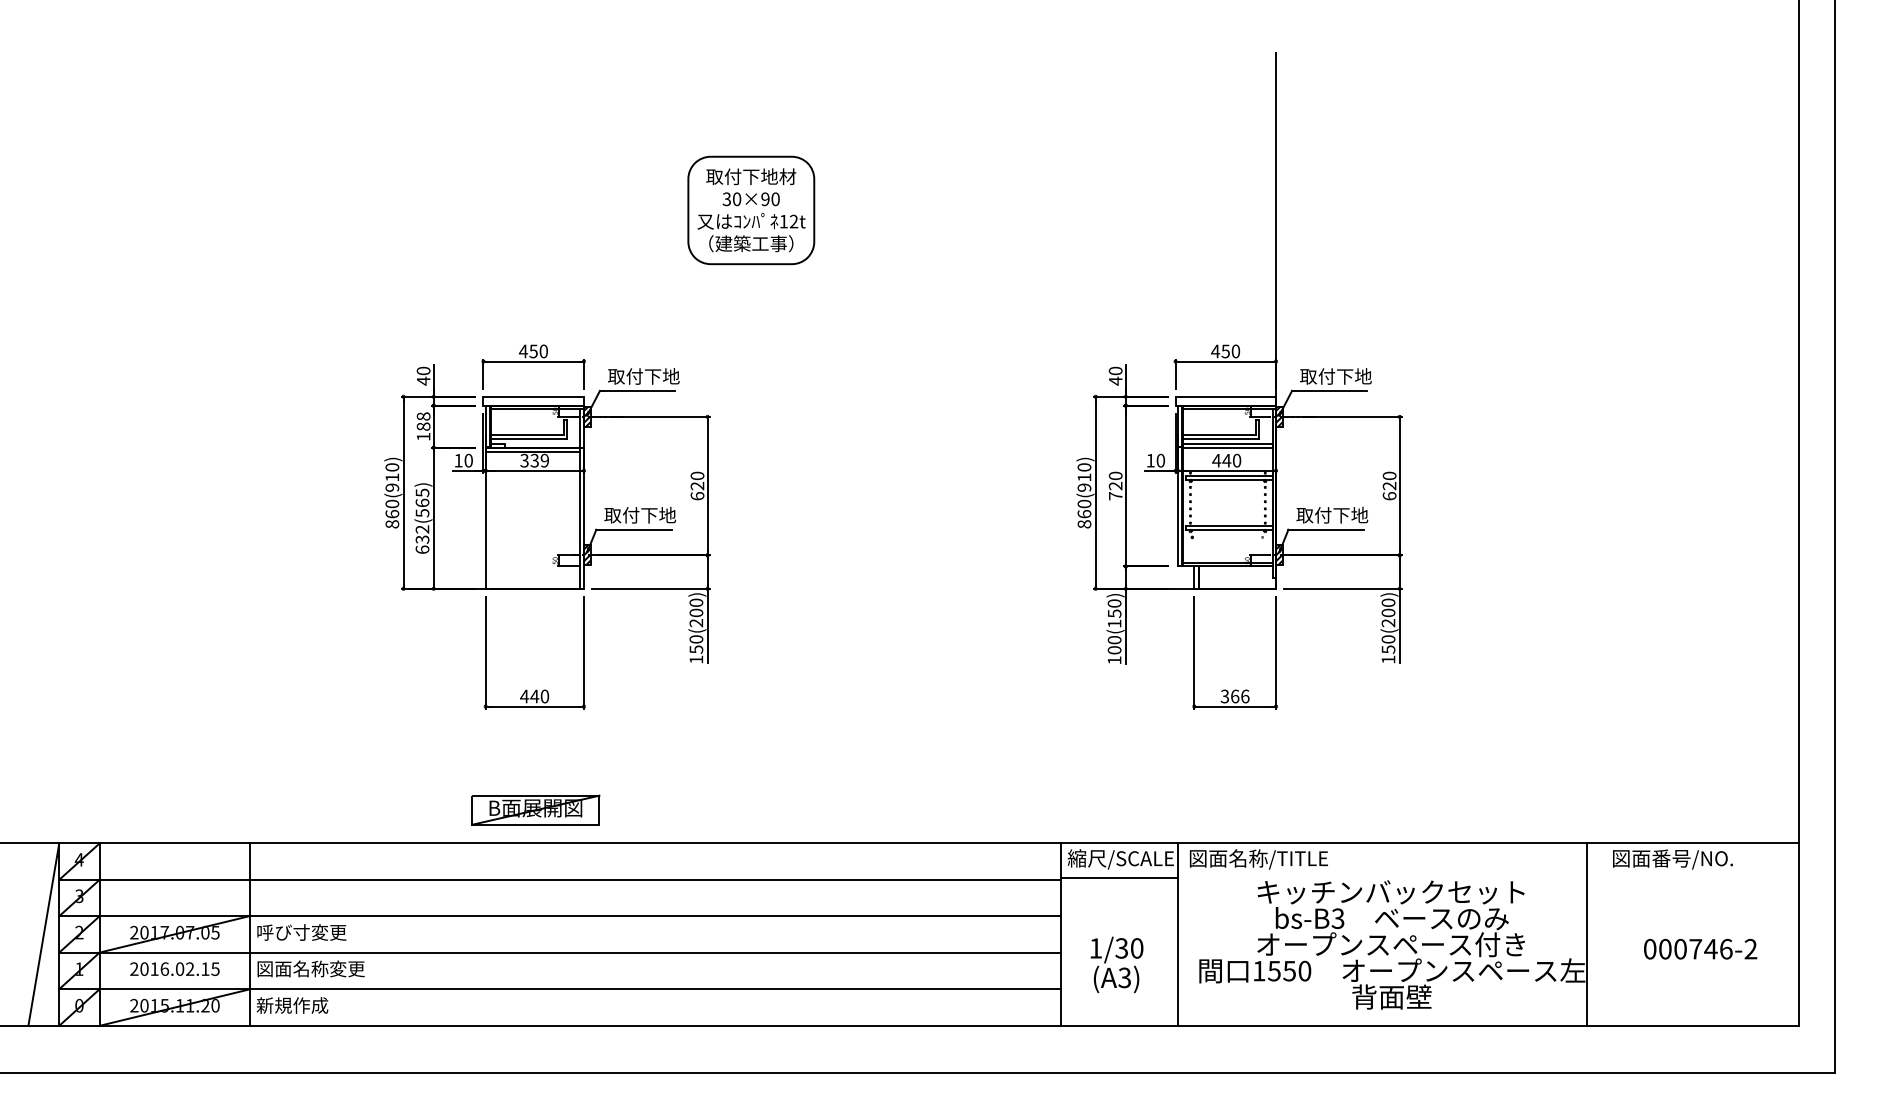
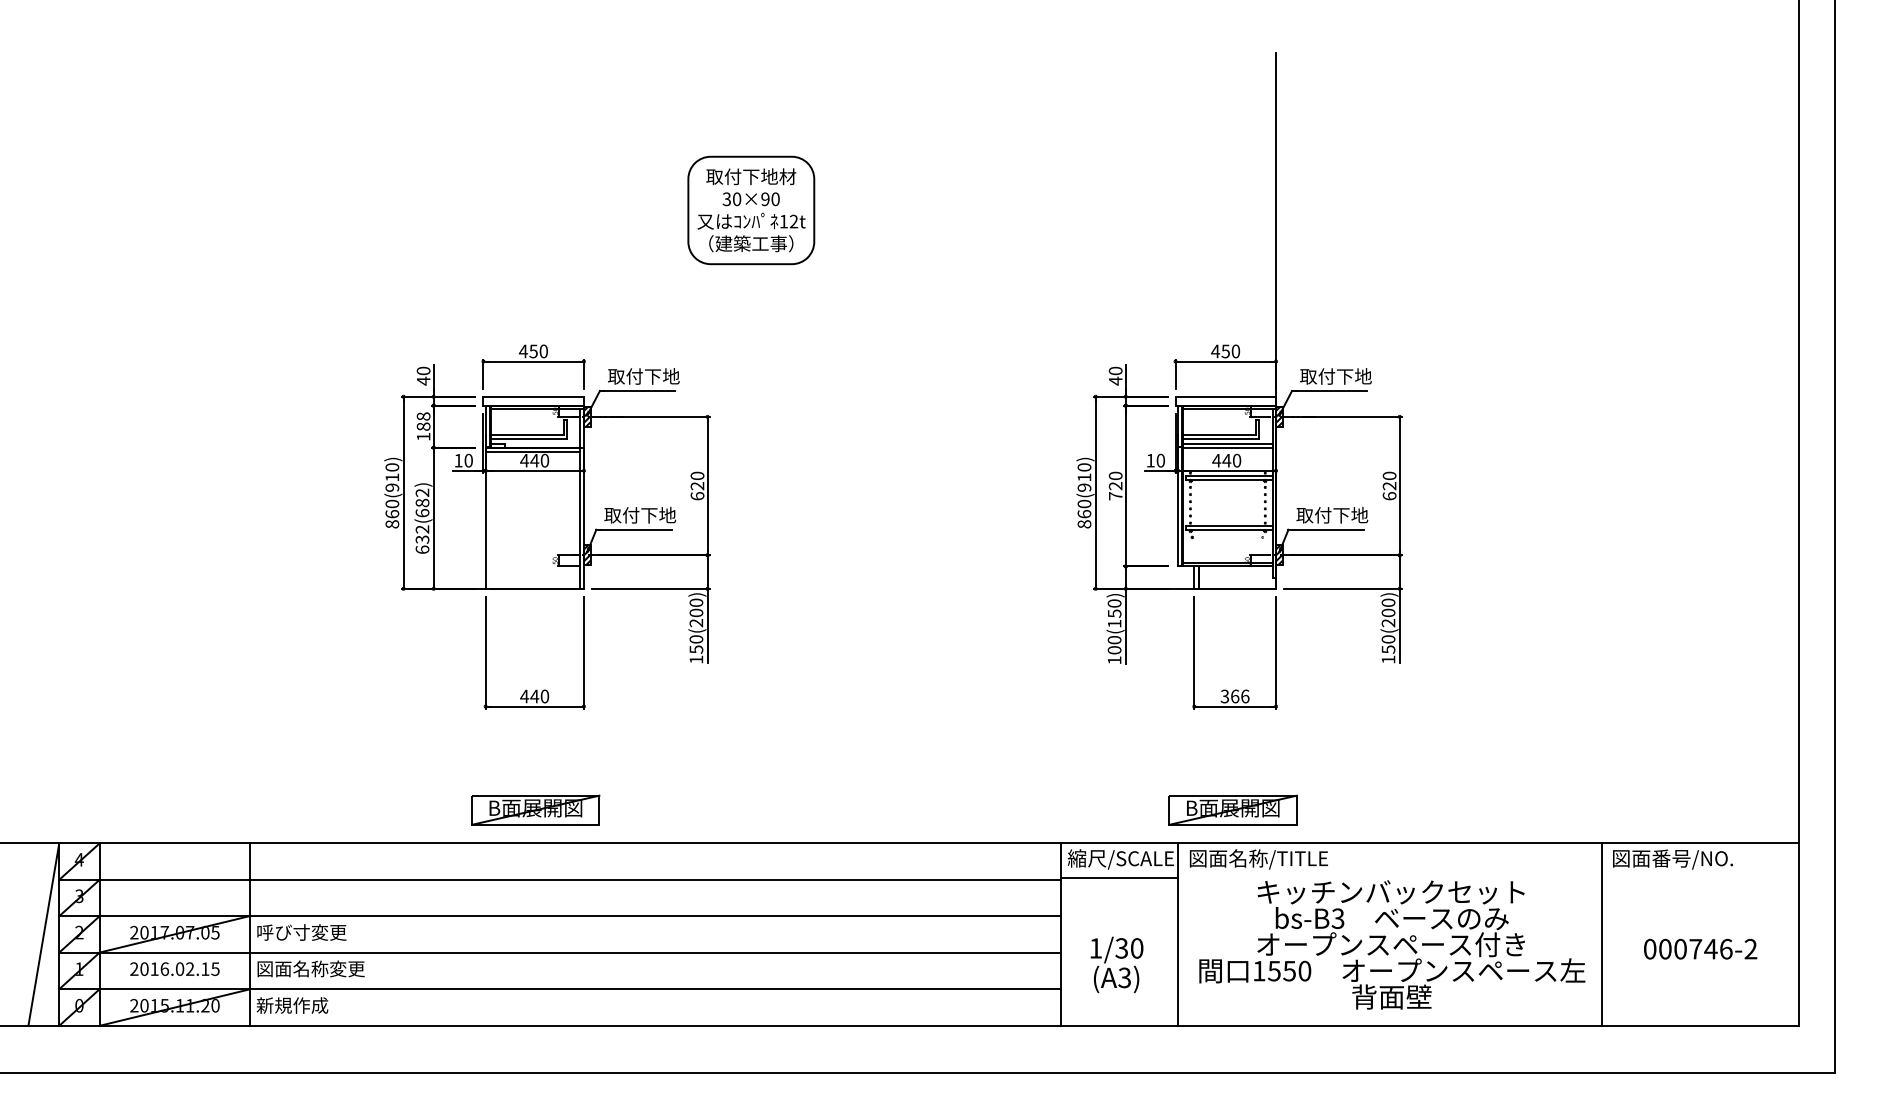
text at (534, 460): 339 -> 440
text at (422, 502): 632(565) -> 632(682)
part at (1232, 809): none -> present
line at (1587, 934) position: (1587, 934) -> (1602, 934)
